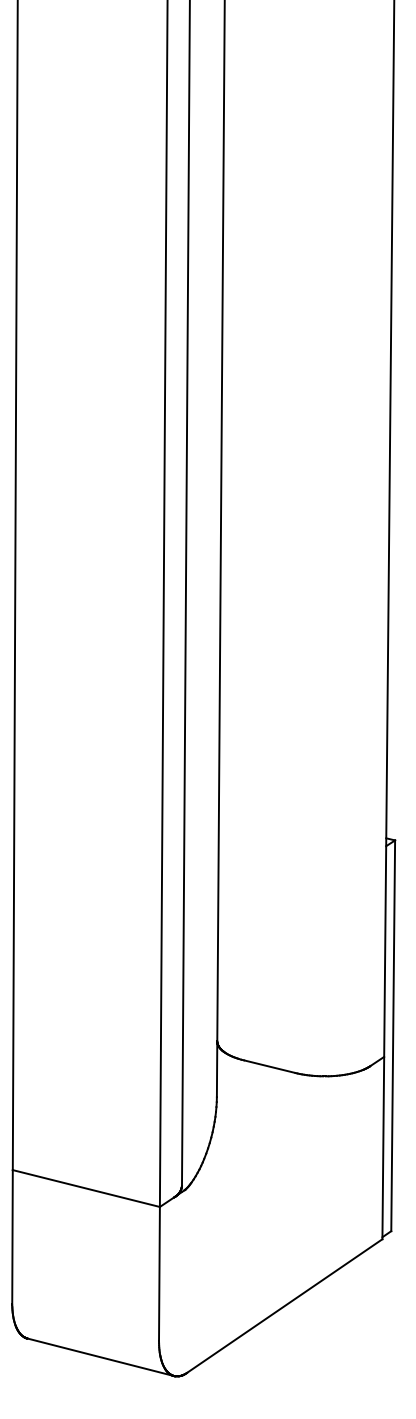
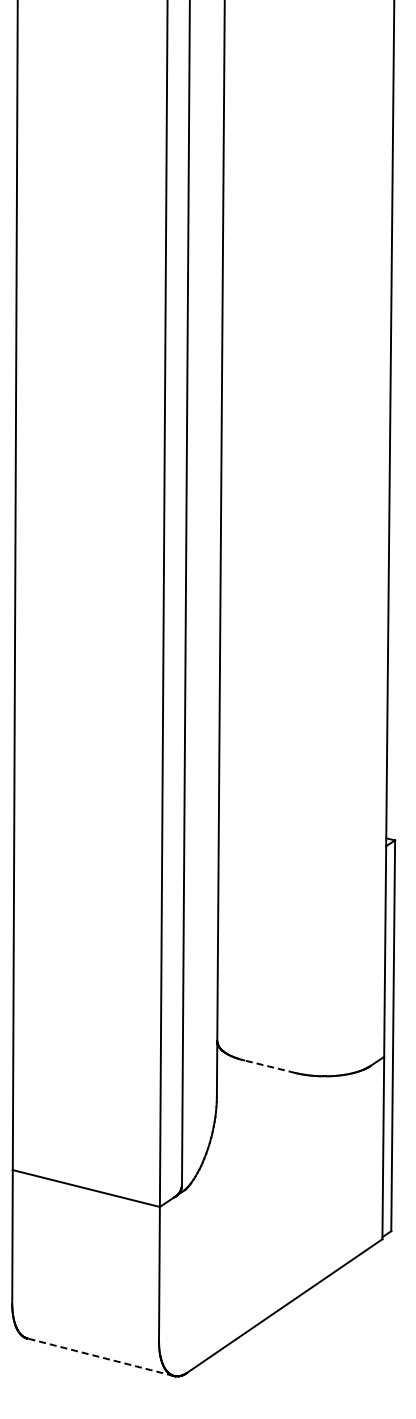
line at (269, 1066): solid -> dashed
line at (100, 1357): solid -> dashed
